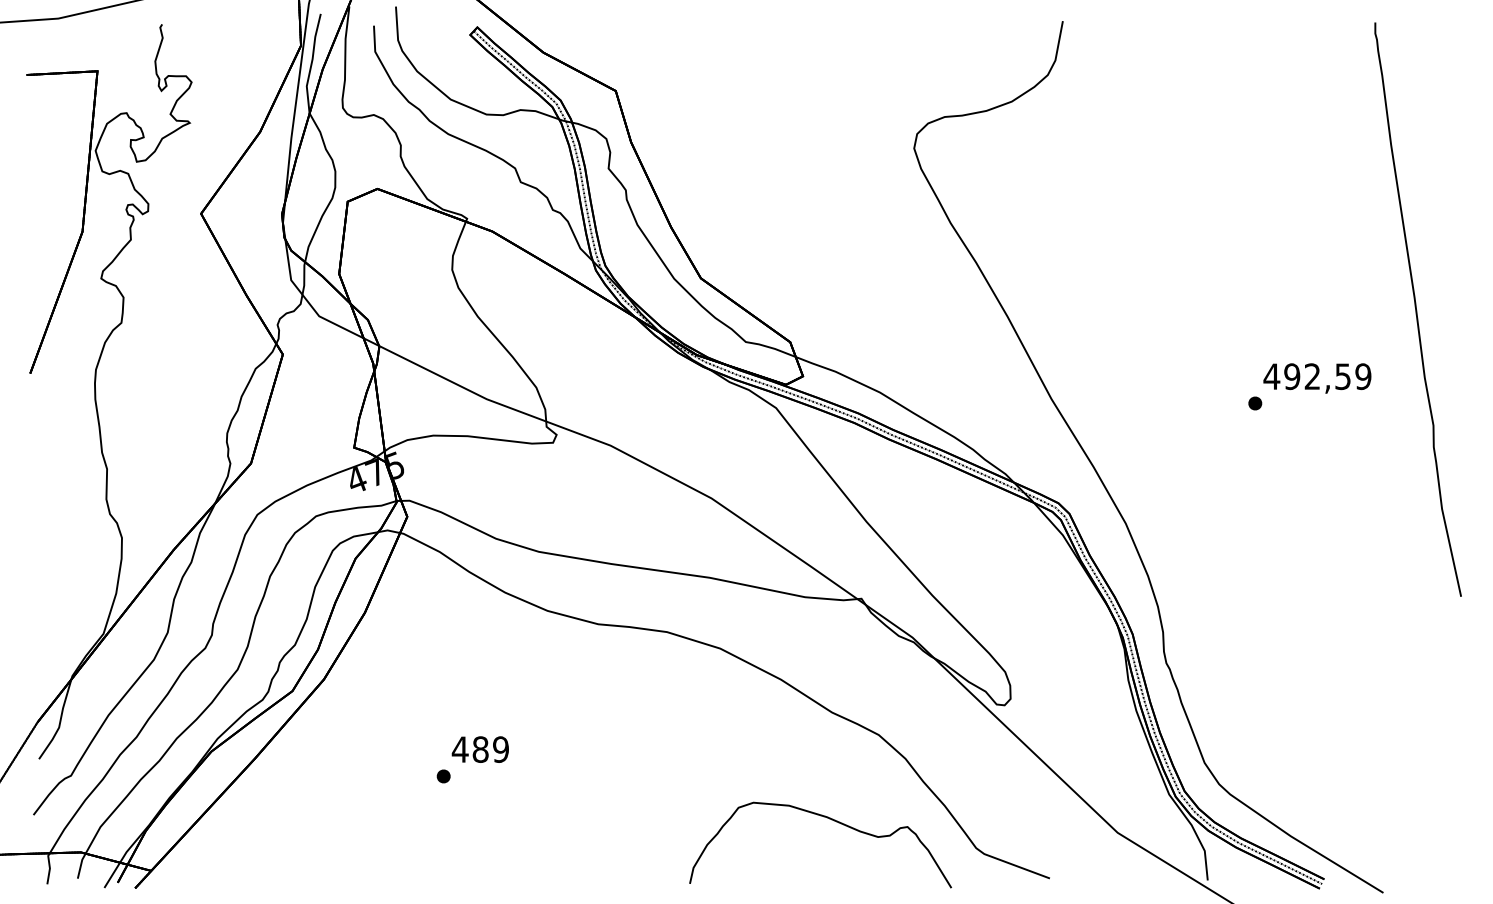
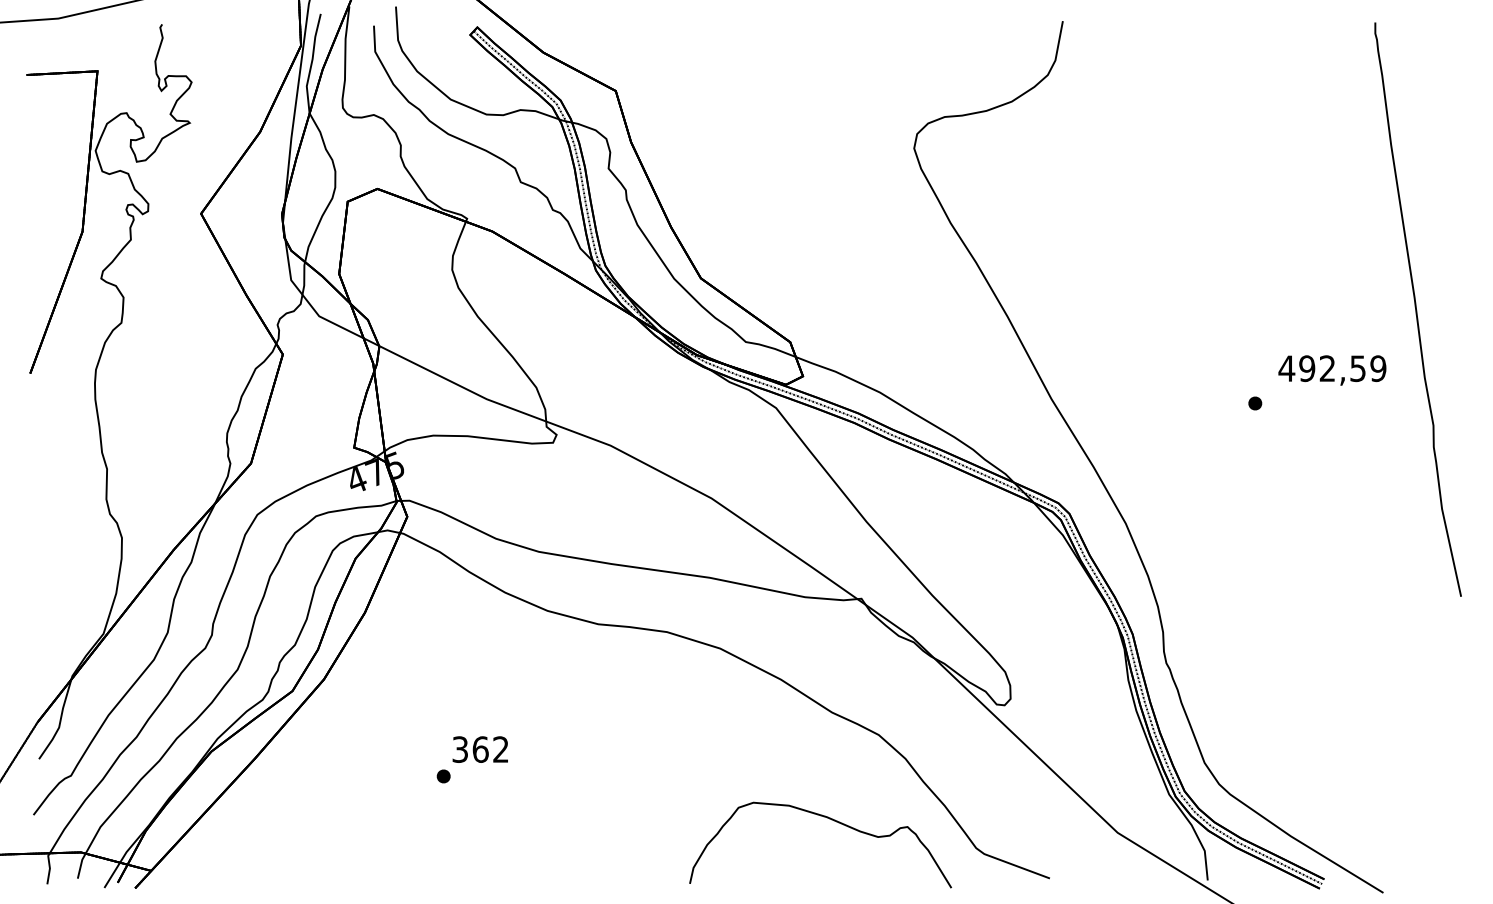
text at (1317, 378) position: (1317, 378) -> (1332, 370)
text at (479, 749): 489 -> 362
